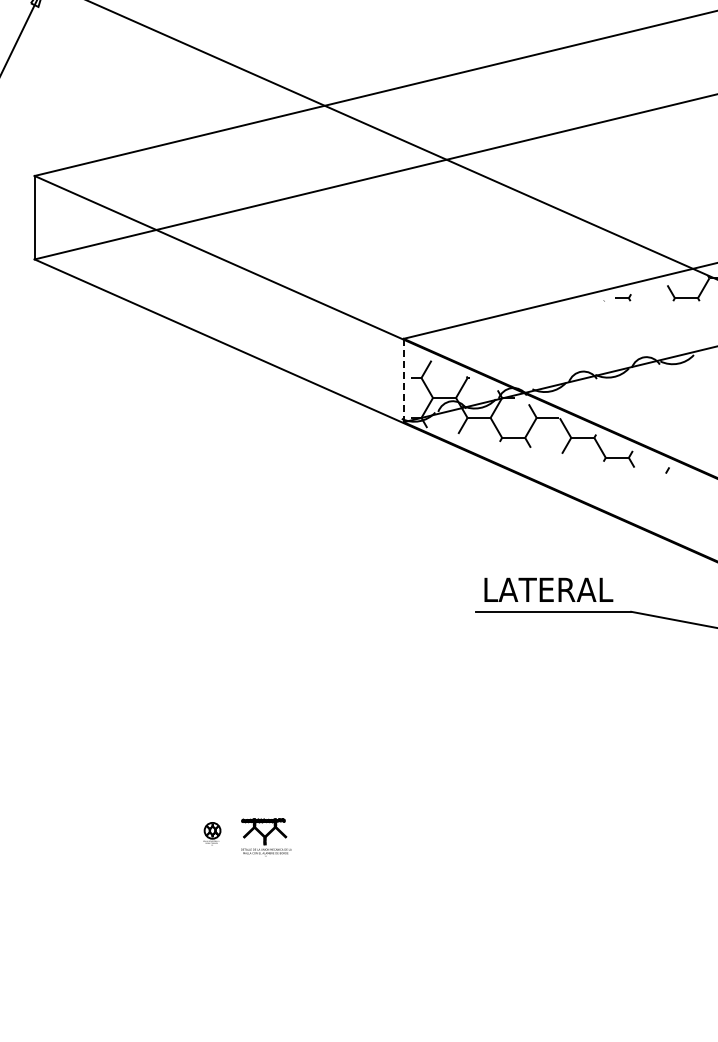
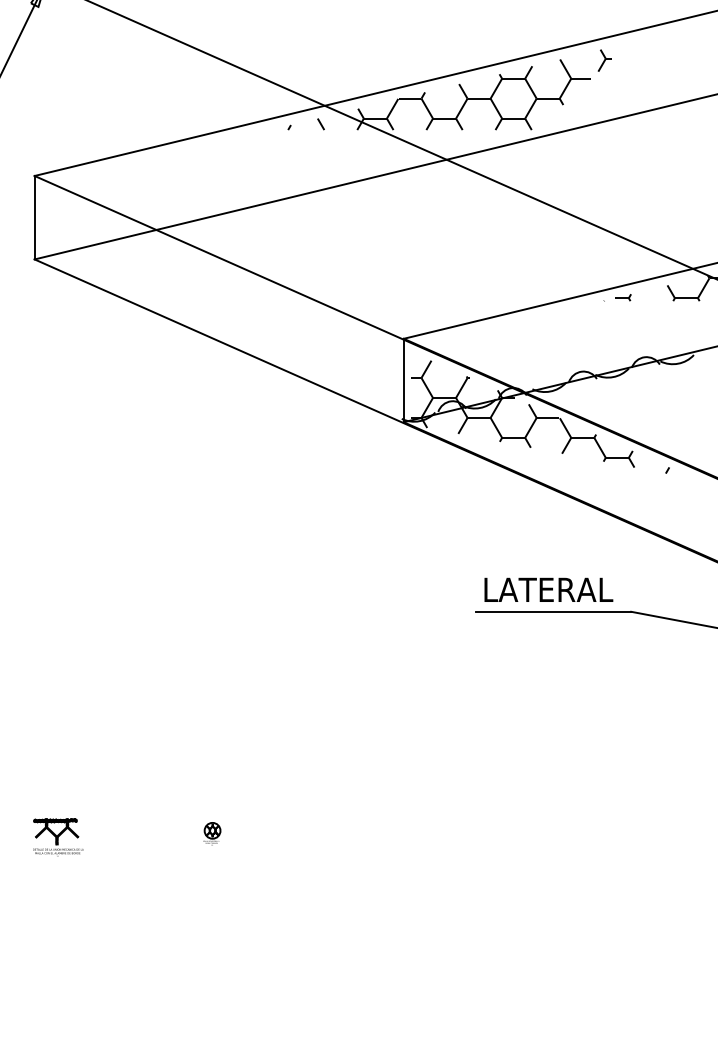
hatch at (449, 89): none -> present
line at (403, 380): dashed -> solid
part at (266, 837) position: (266, 837) -> (58, 837)
